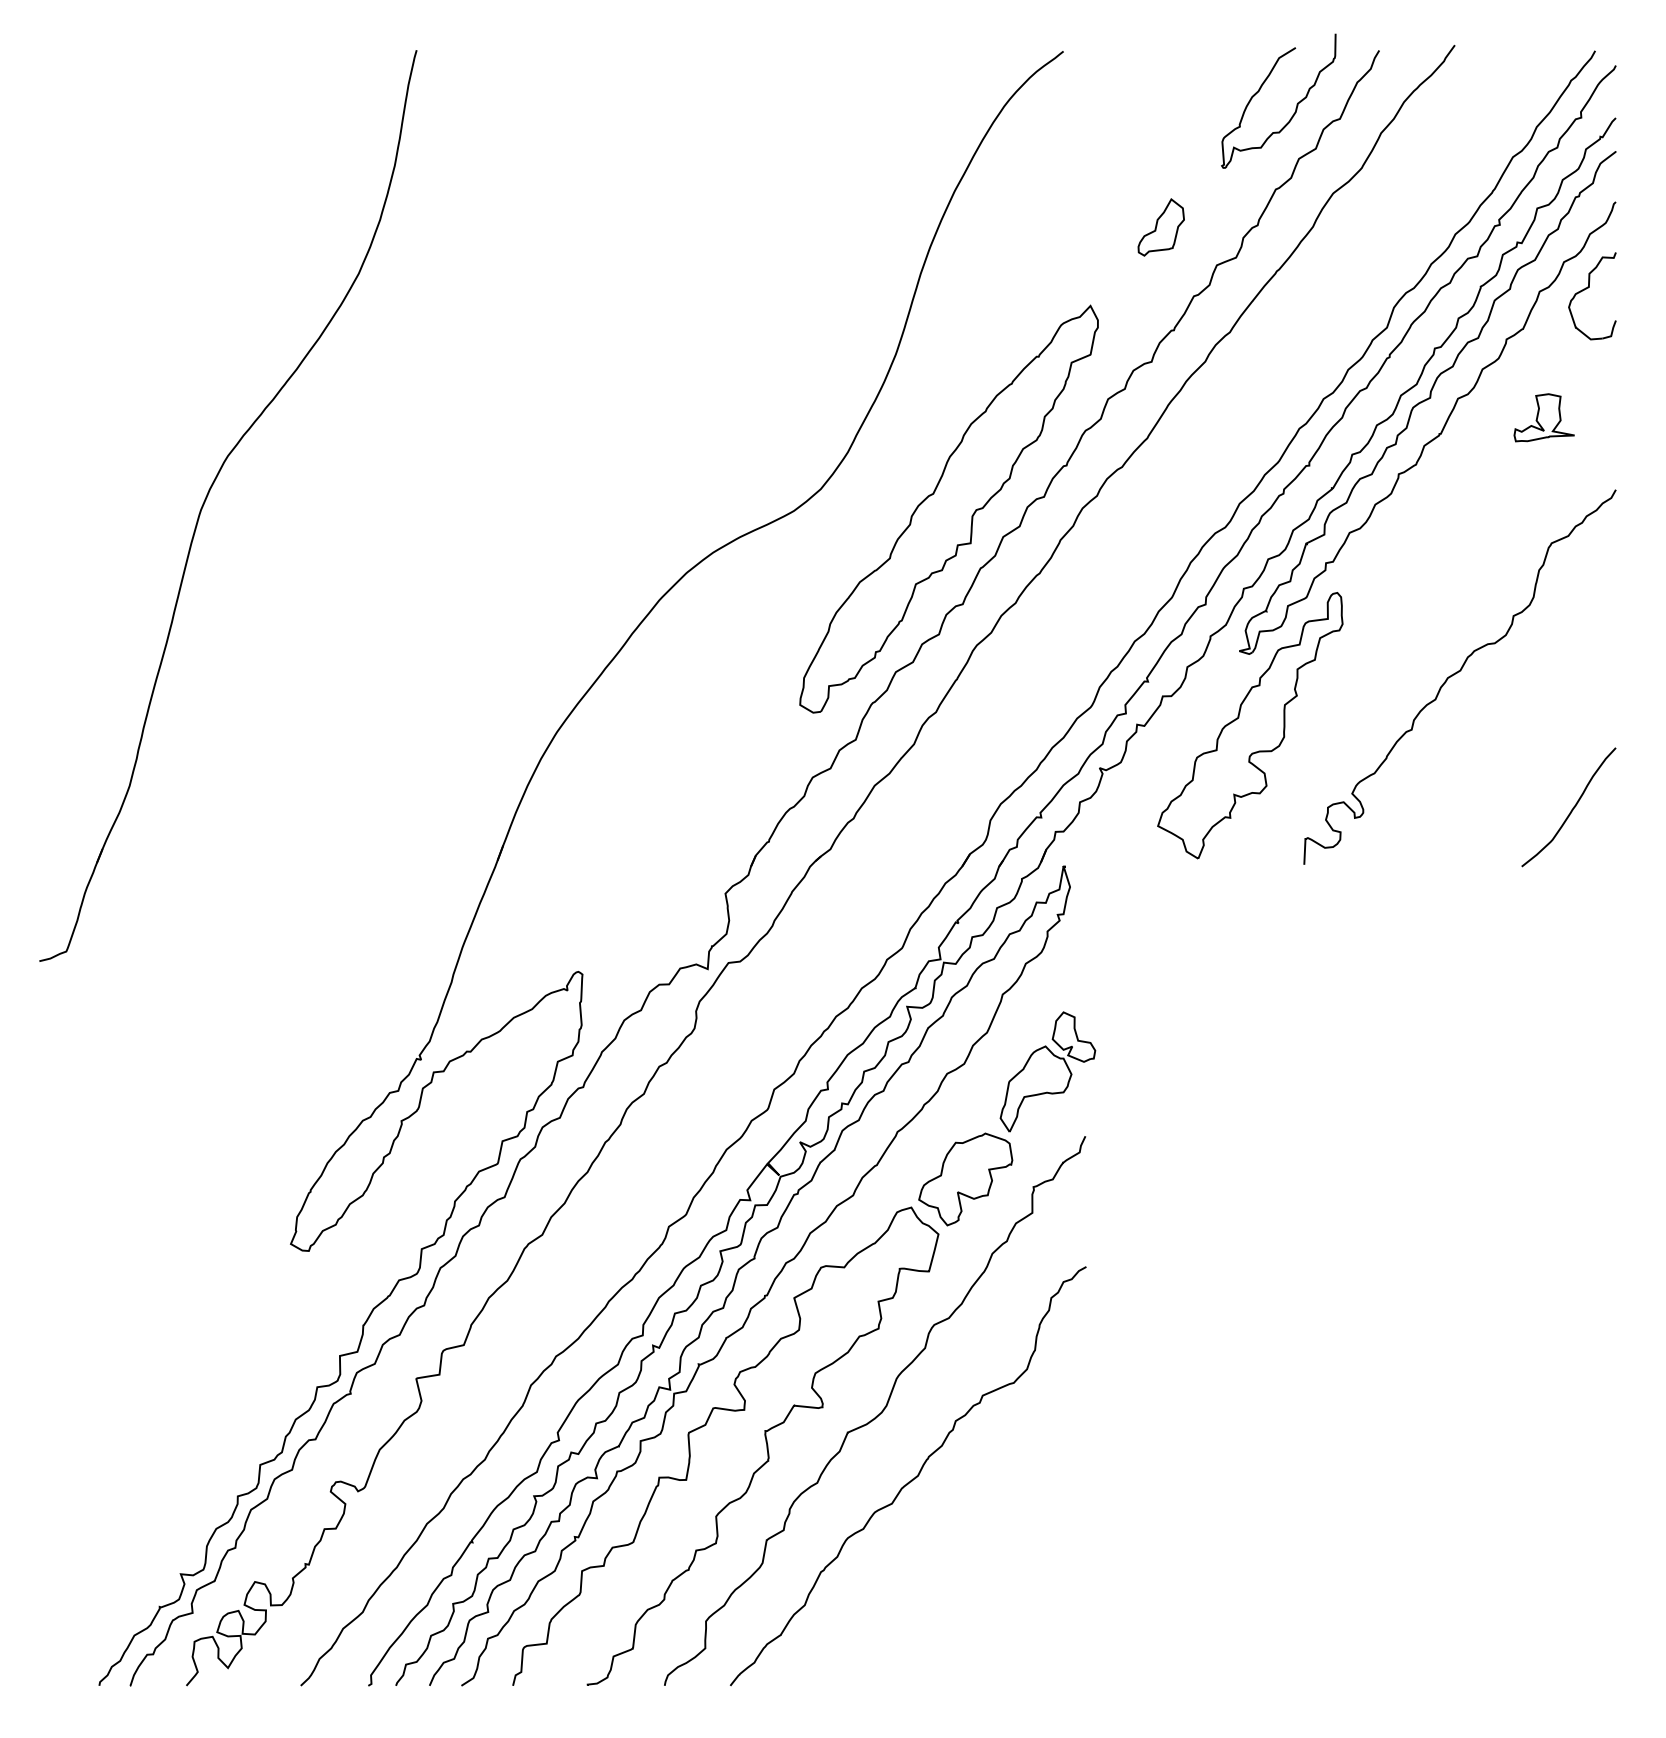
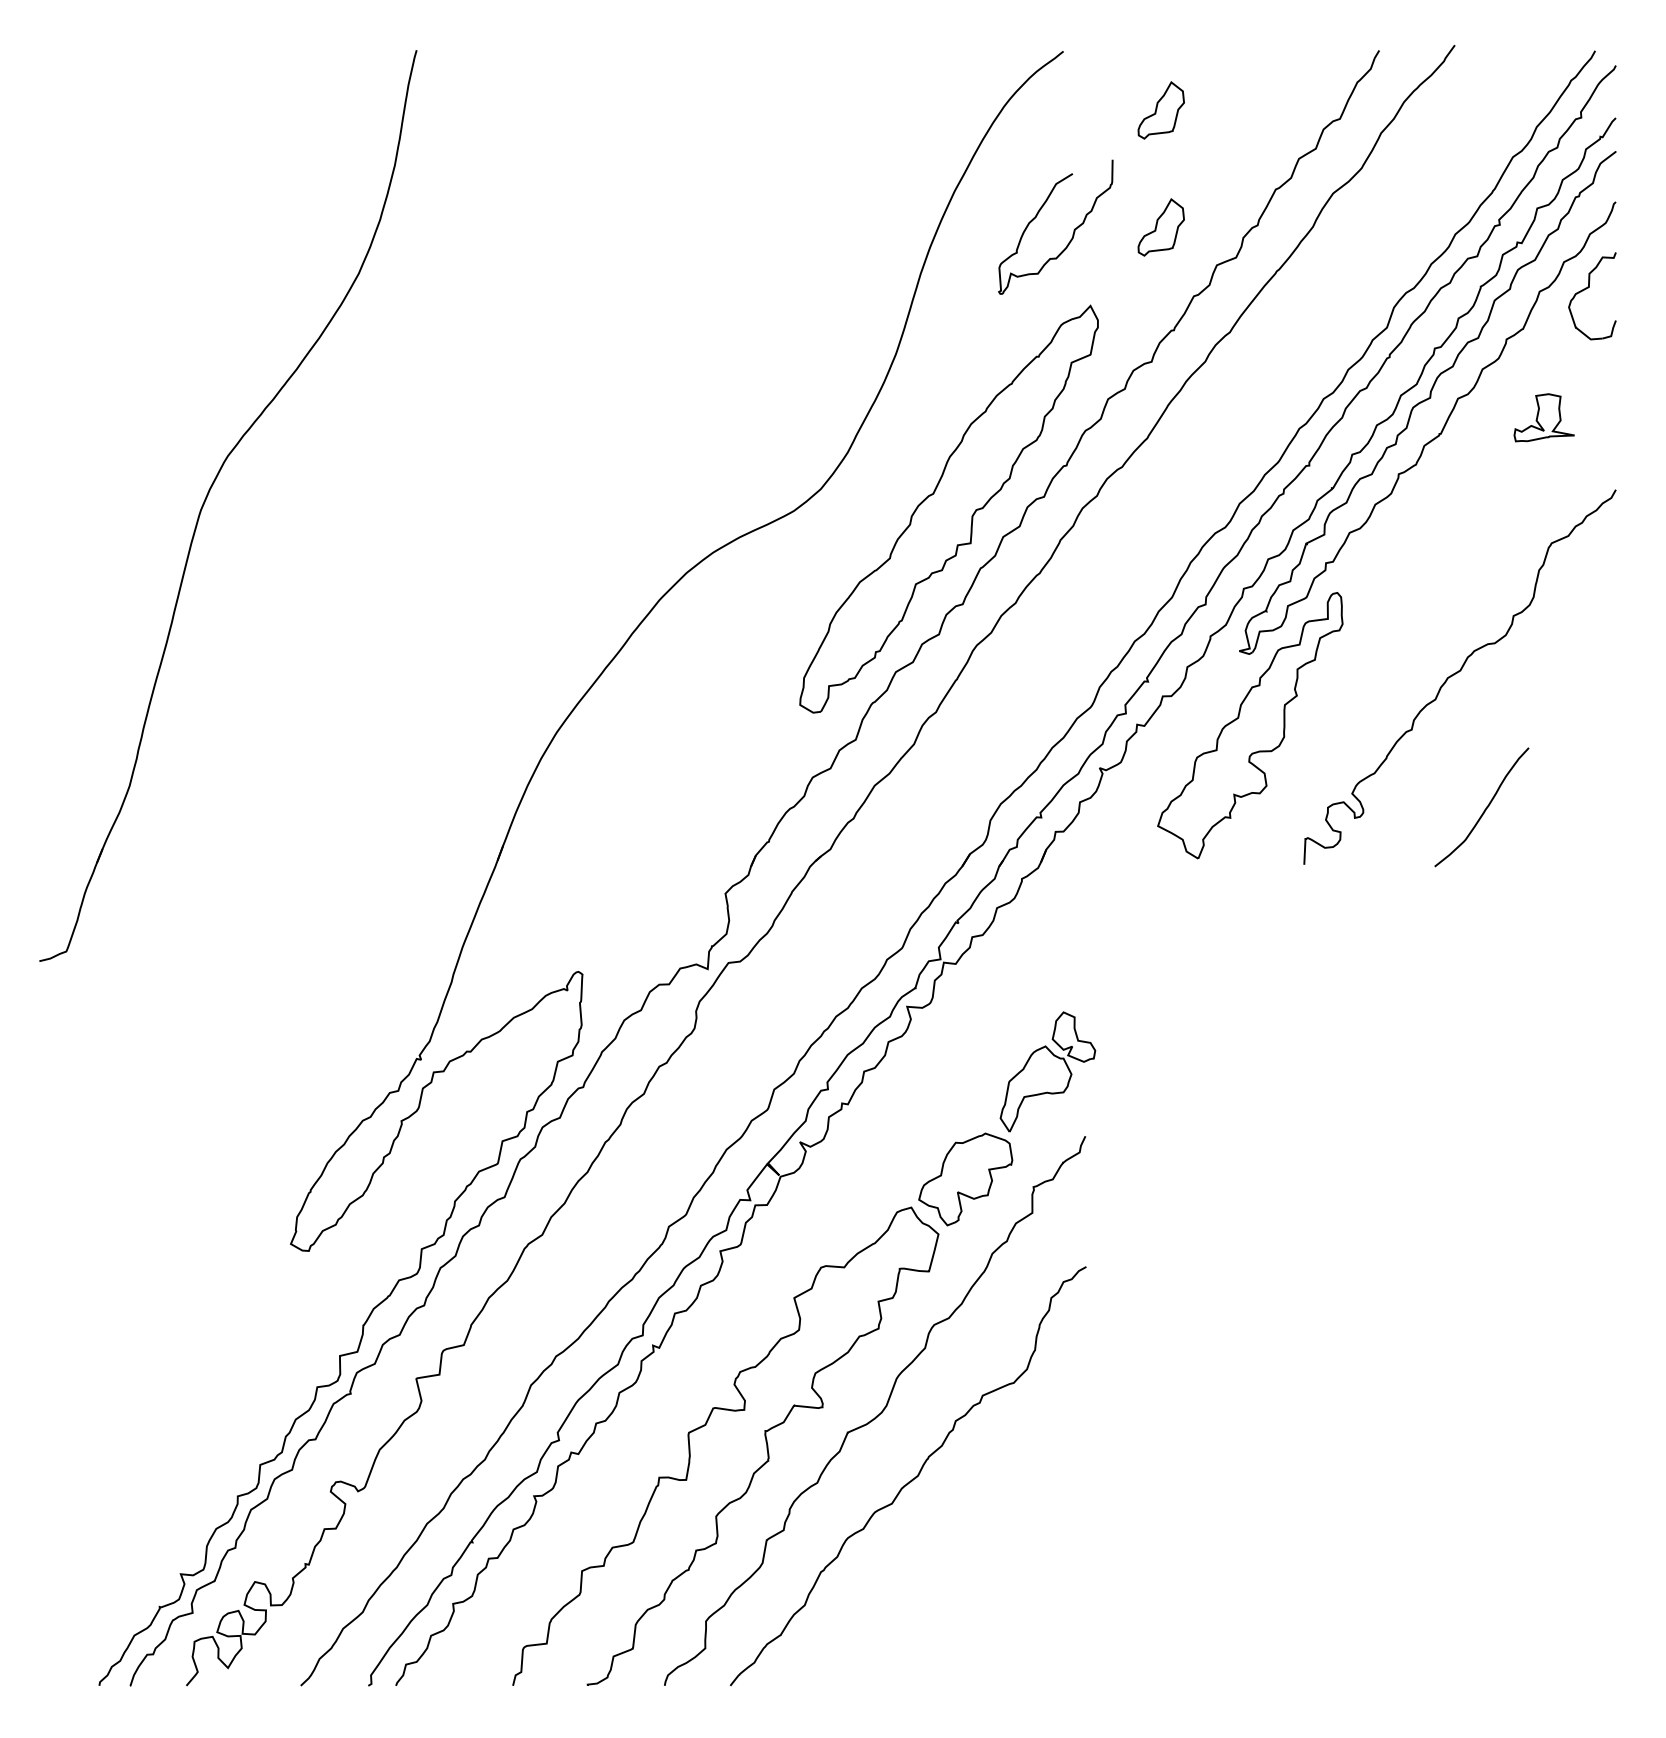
curve at (1296, 104) position: (1296, 104) -> (1073, 230)
part at (1160, 110): none -> present
curve at (1571, 809) position: (1571, 809) -> (1484, 809)
curve at (743, 1267): present -> none
